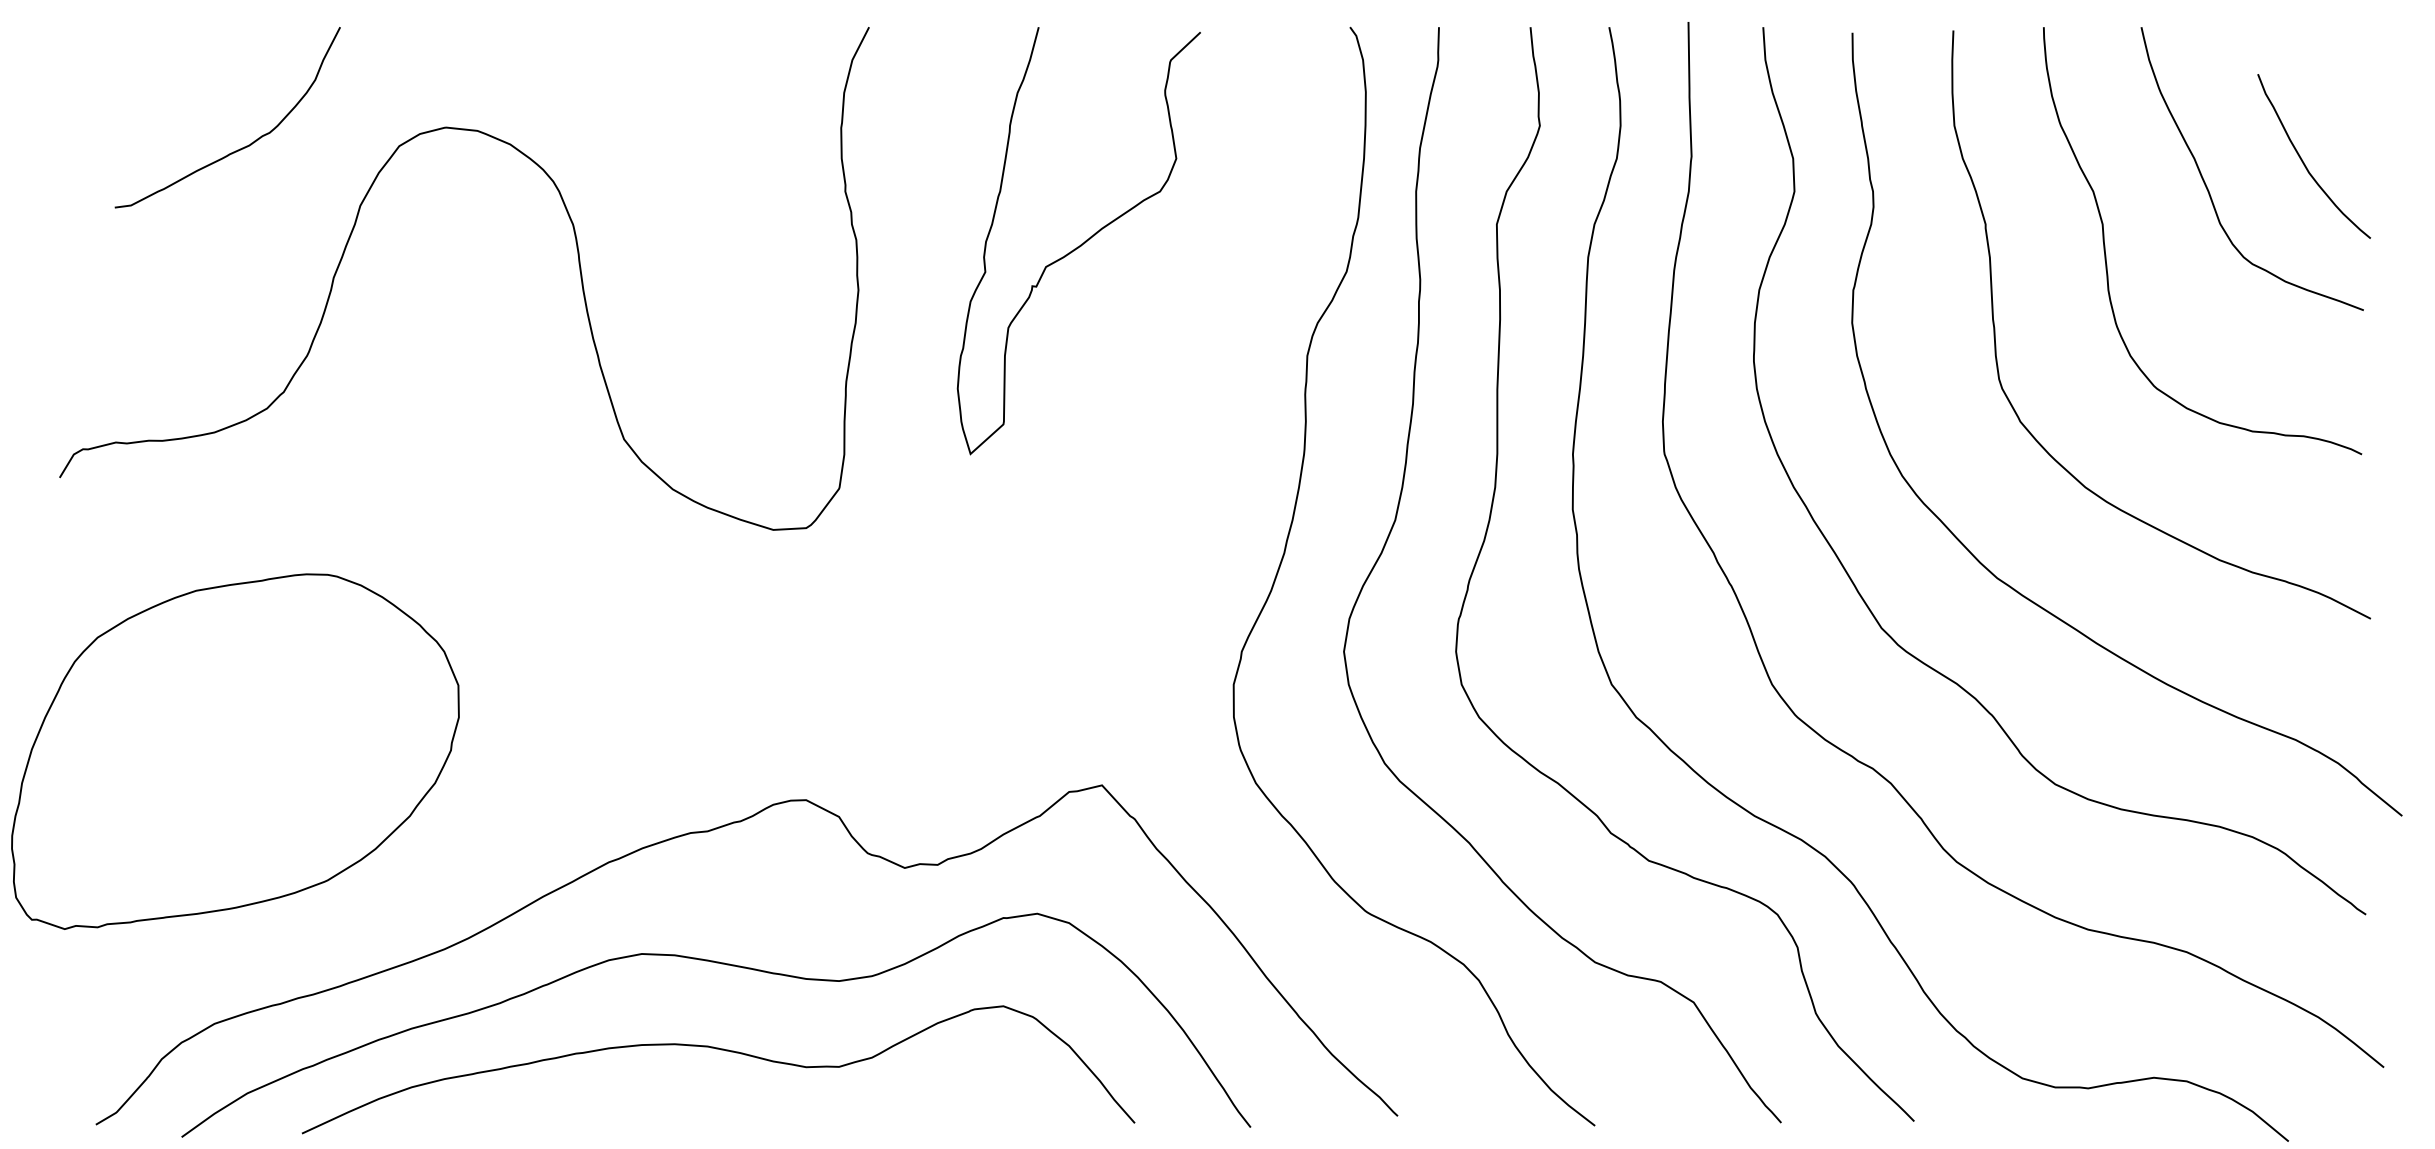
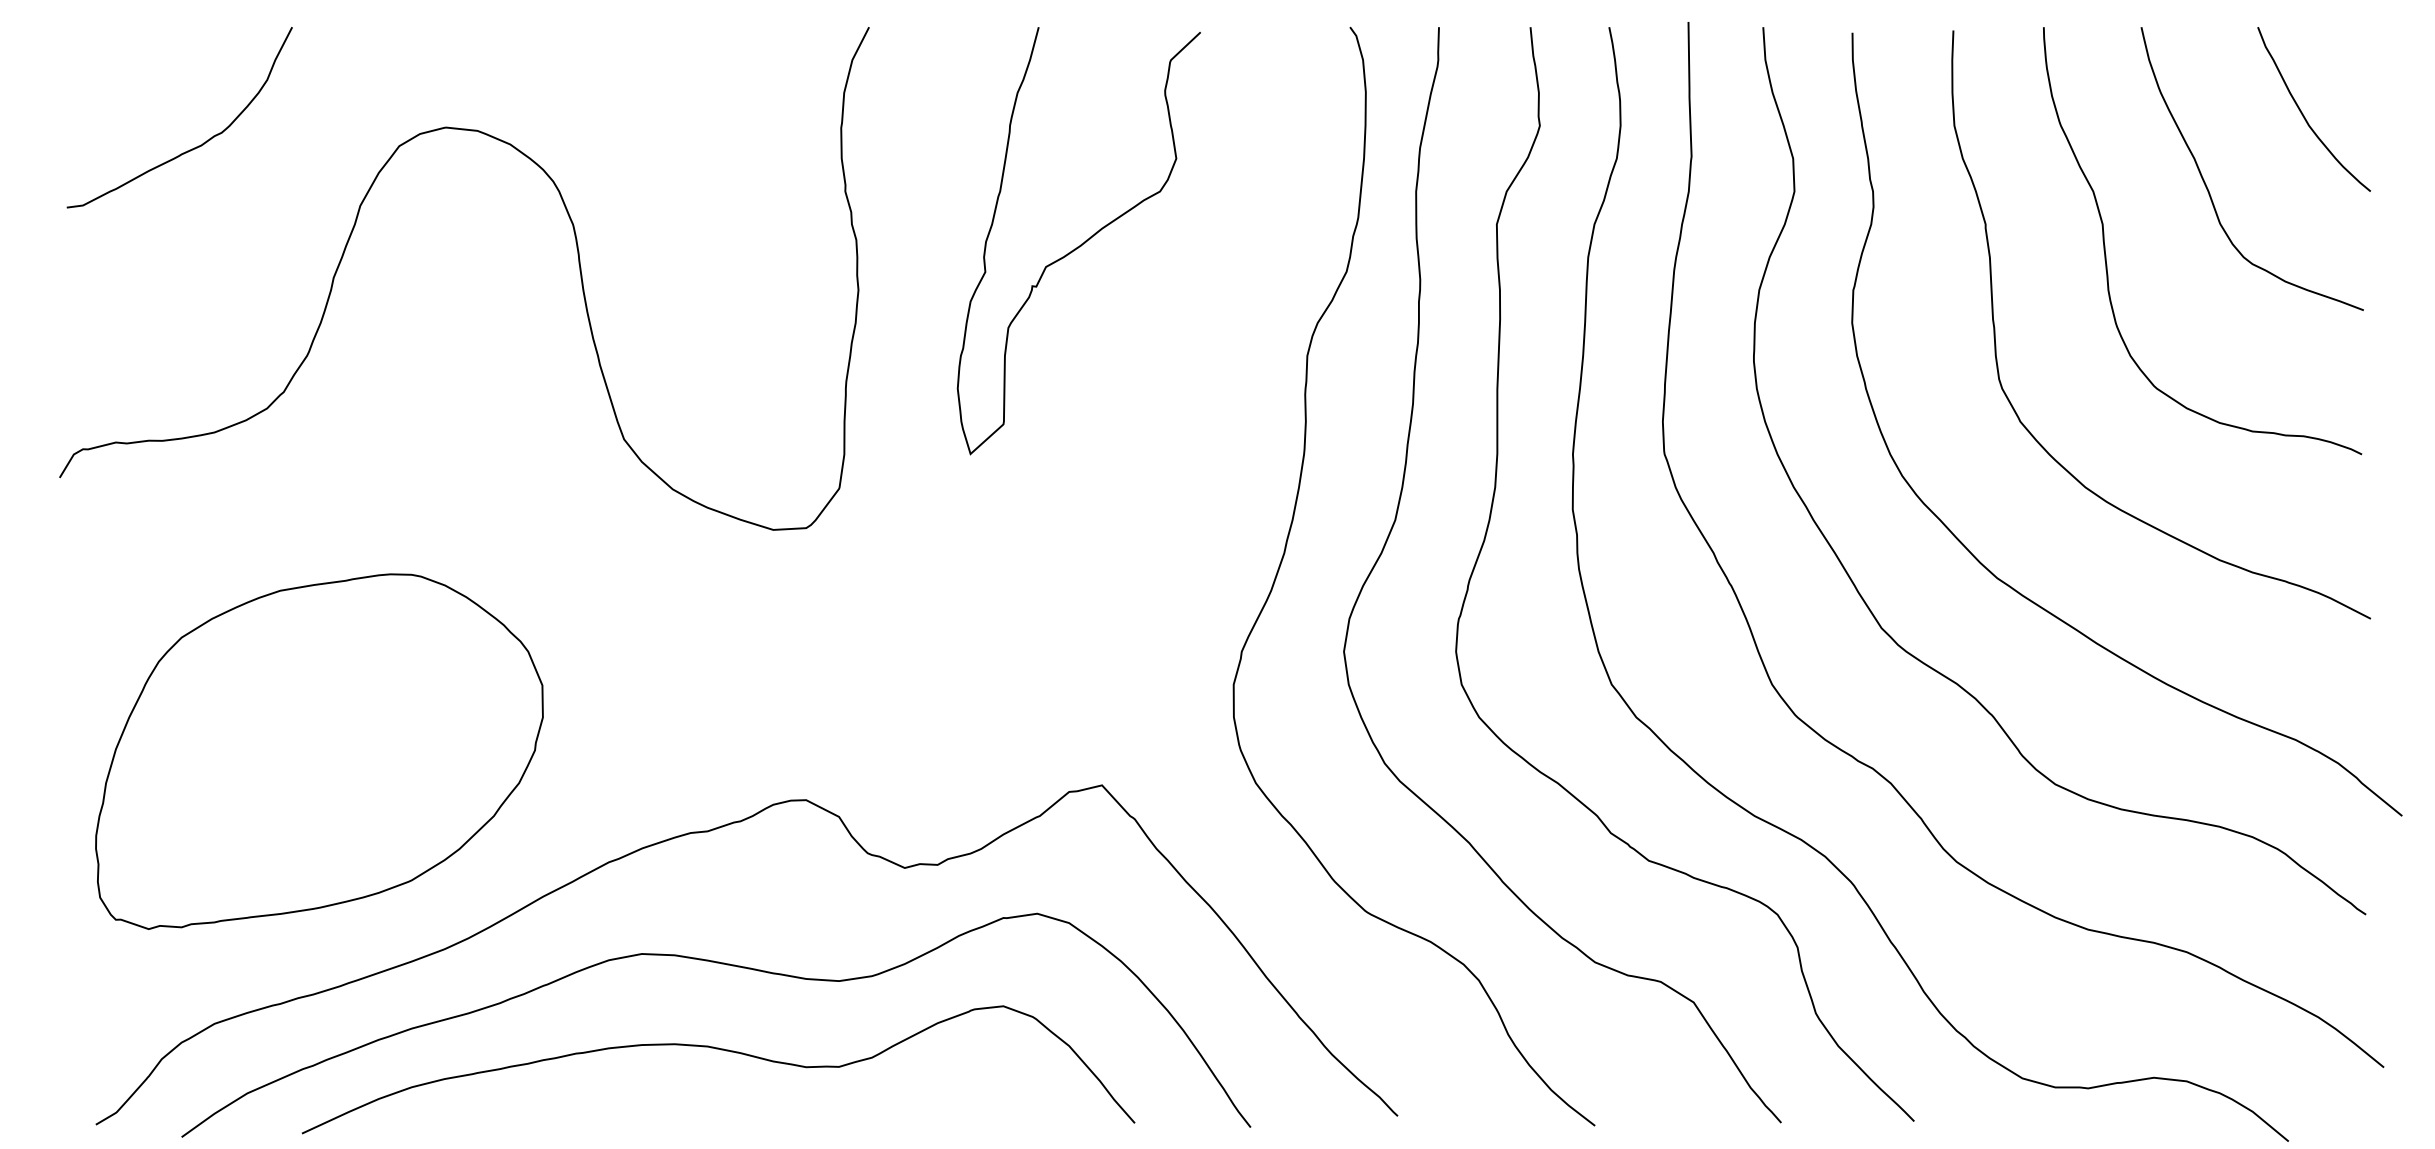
curve at (237, 149) position: (237, 149) -> (189, 149)
curve at (2303, 160) position: (2303, 160) -> (2303, 113)
part at (235, 751) position: (235, 751) -> (319, 751)
